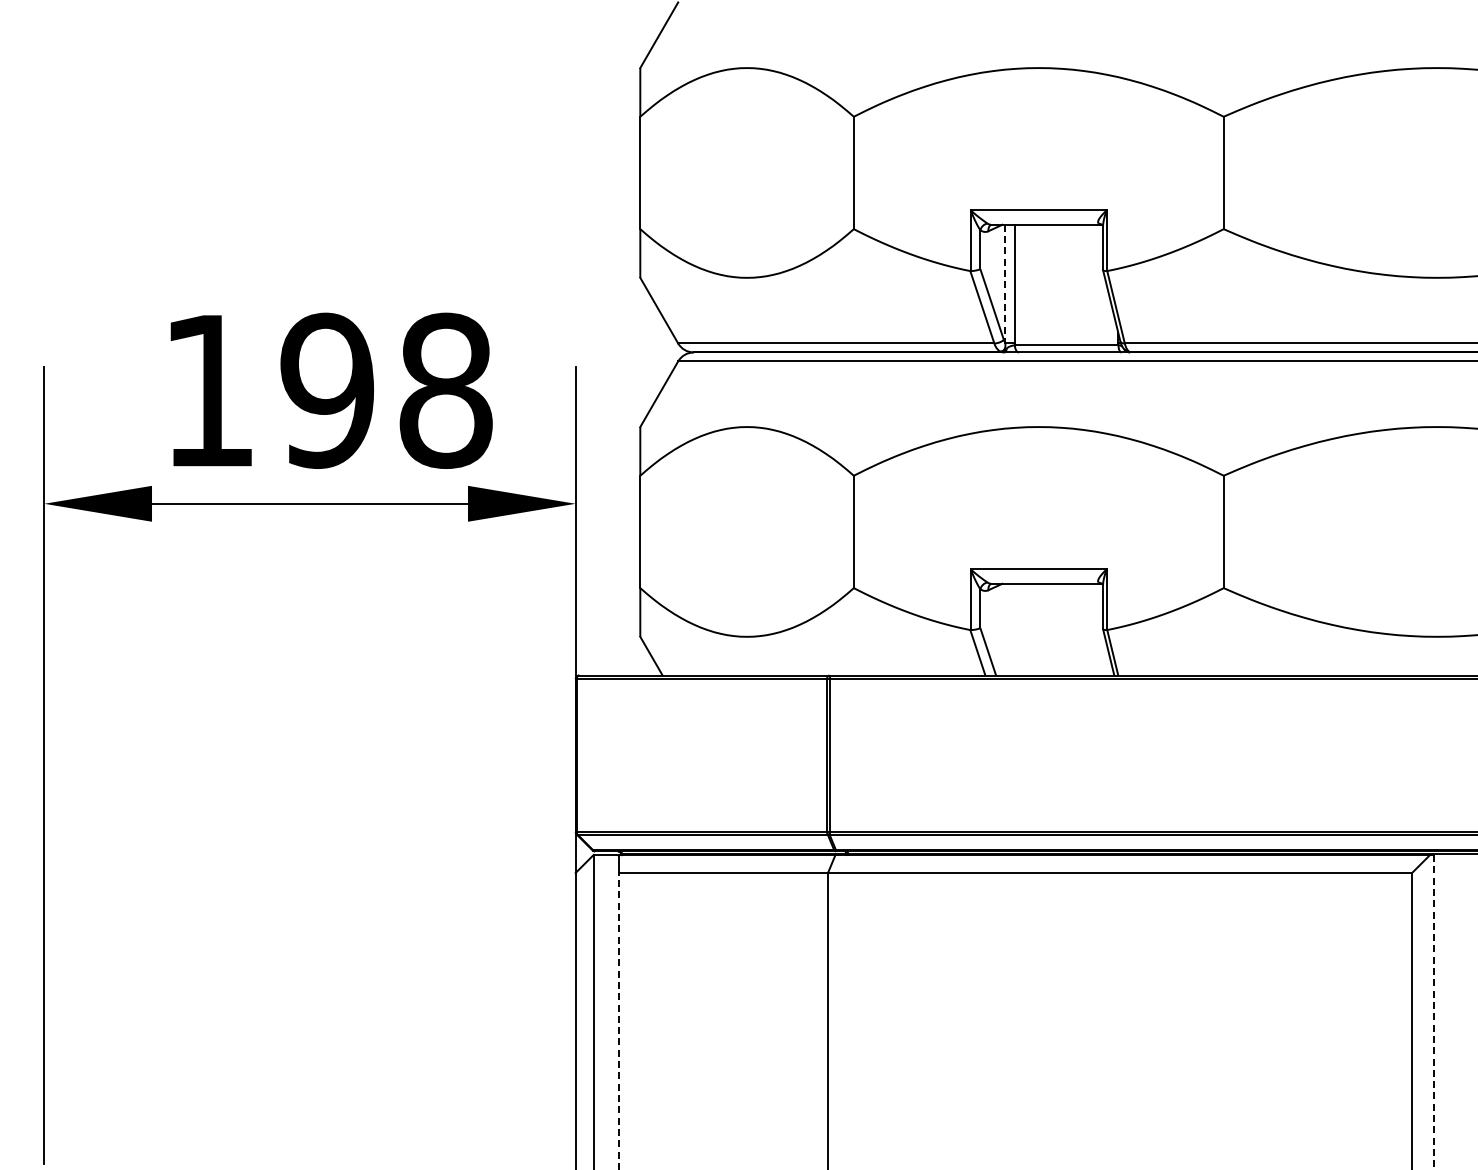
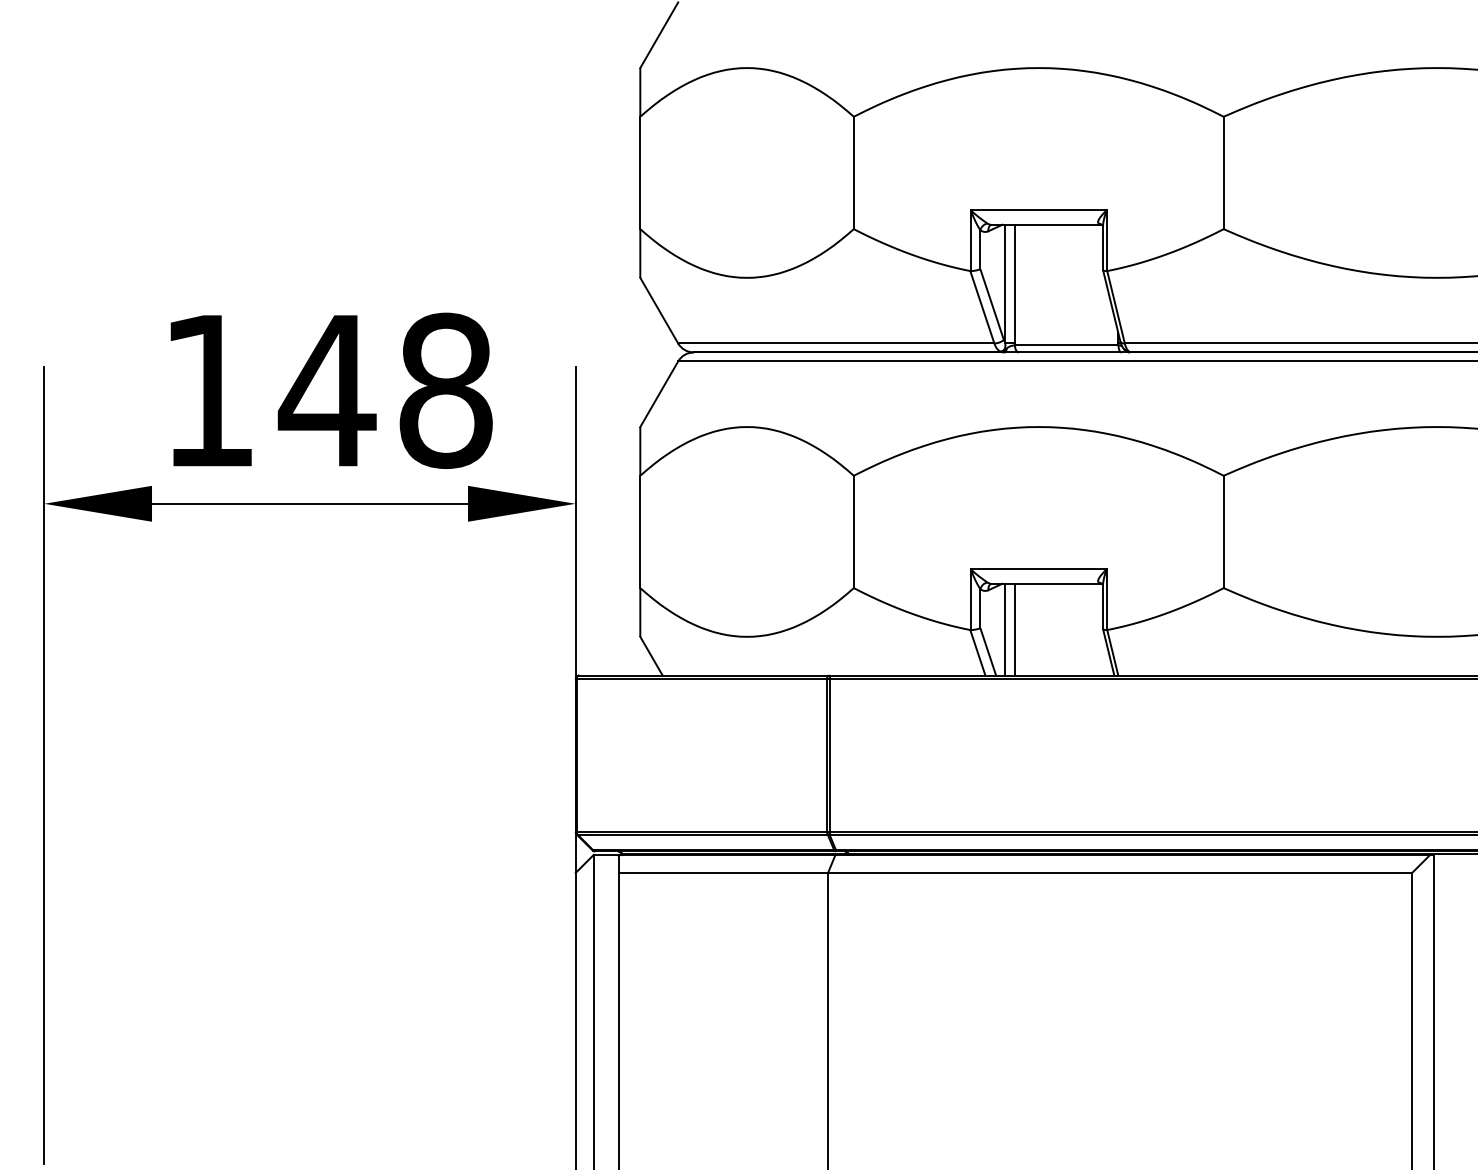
line at (1005, 283): dashed -> solid
text at (326, 390): 198 -> 148
line at (1005, 629): none -> present
line at (1015, 629): none -> present
line at (1433, 1012): dashed -> solid
line at (618, 1020): dashed -> solid
